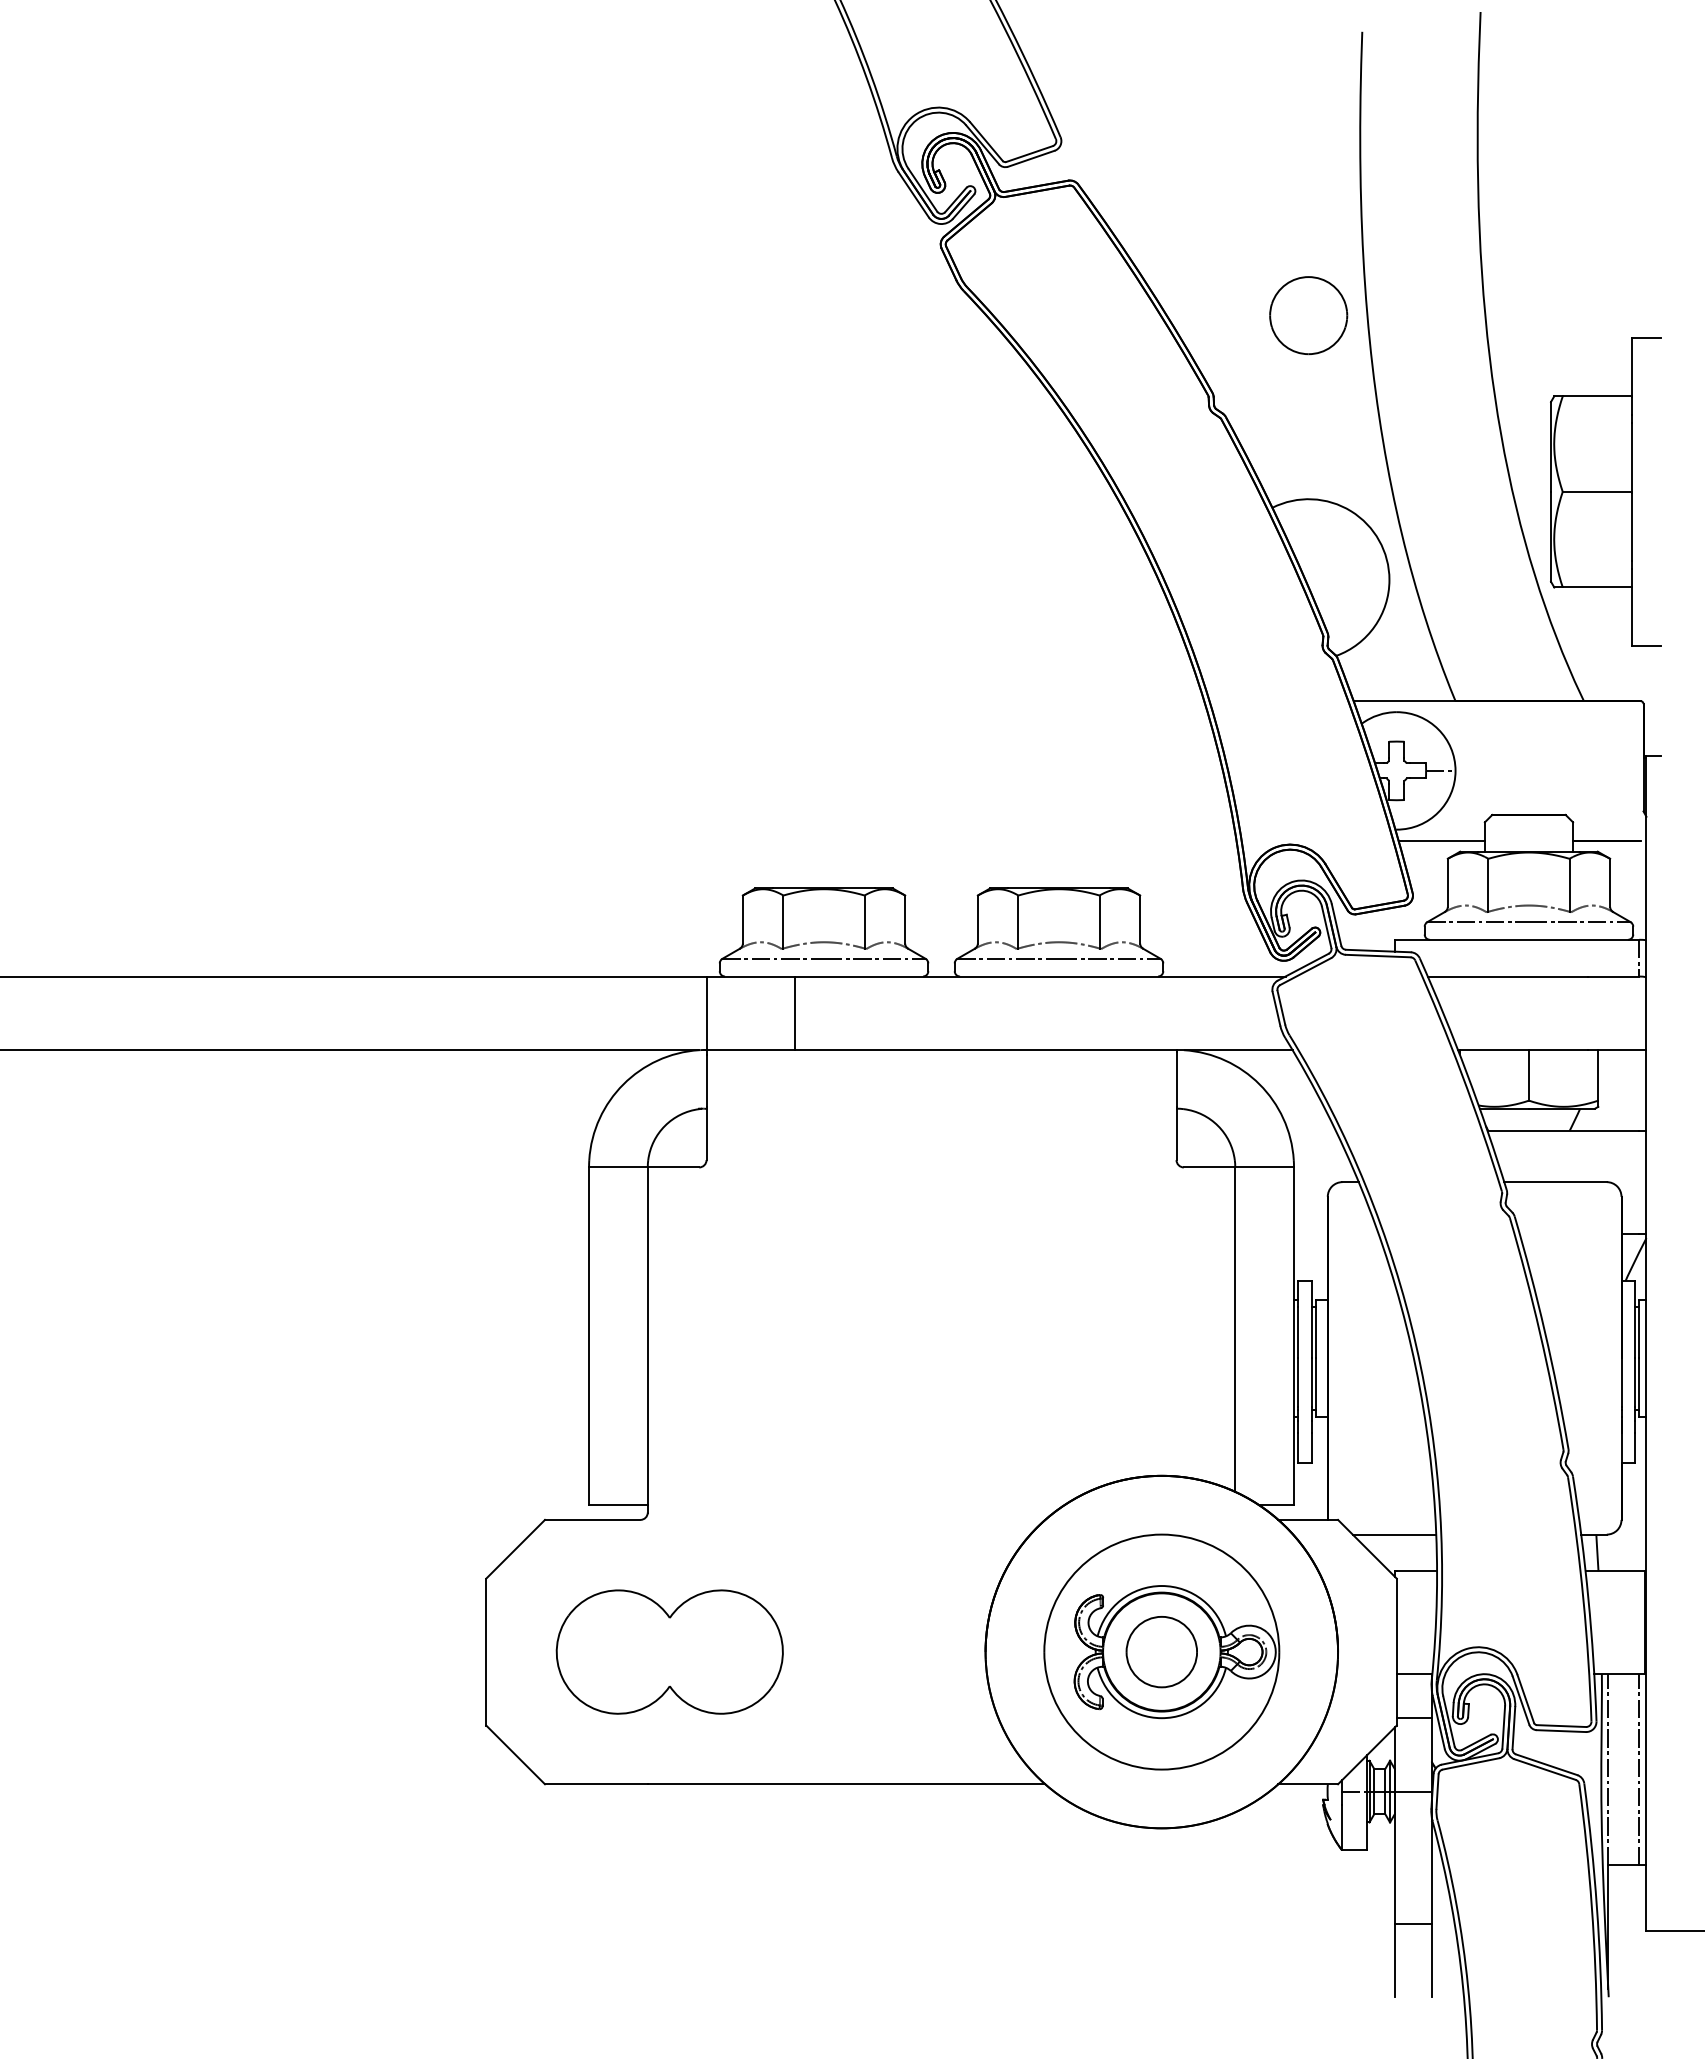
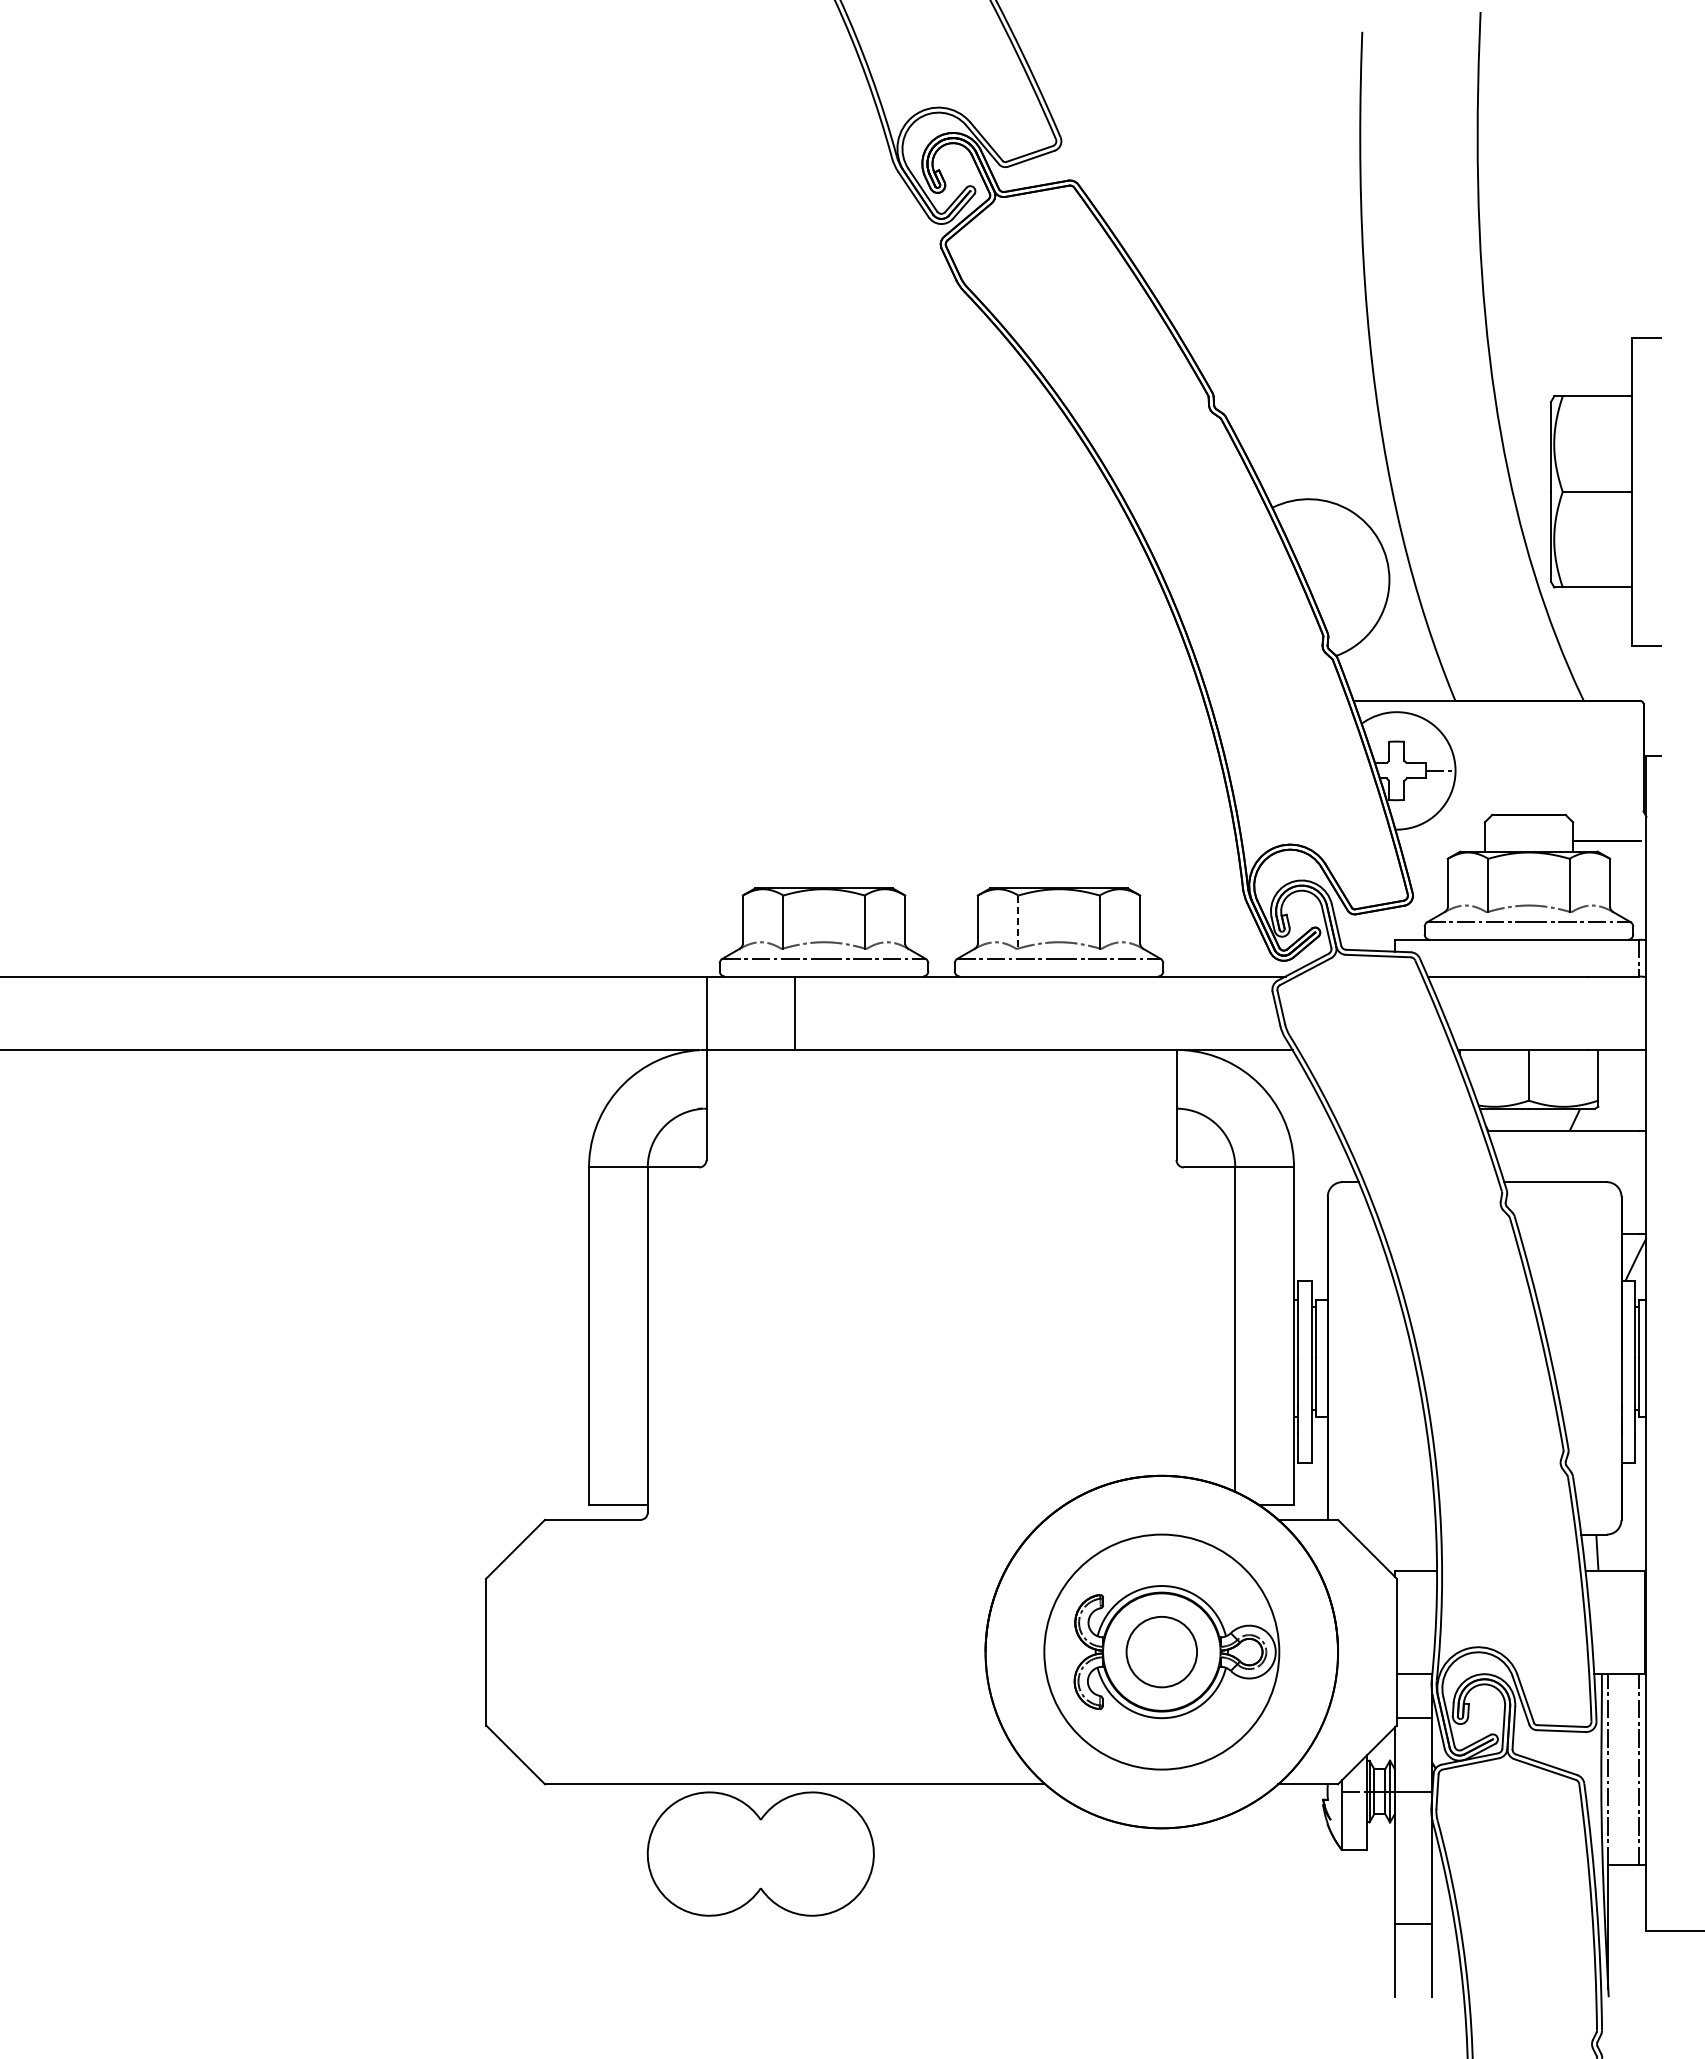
part at (1308, 315): present -> none
line at (1441, 840): present -> none
line at (1018, 922): solid -> dashed
line at (1394, 1534): present -> none
part at (669, 1651) position: (669, 1651) -> (760, 1853)
